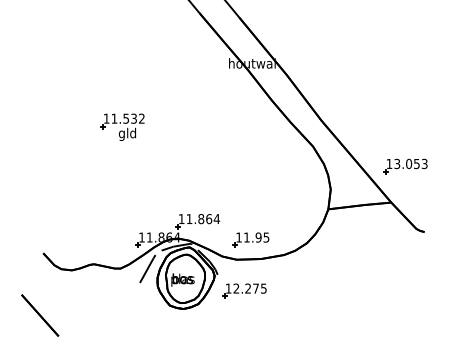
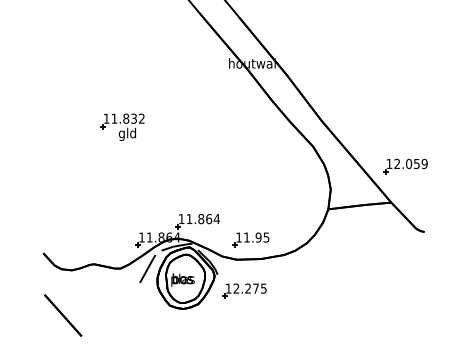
text at (126, 118): 11.532 -> 11.832
text at (410, 164): 13.053 -> 12.059
line at (40, 315) position: (40, 315) -> (63, 315)
